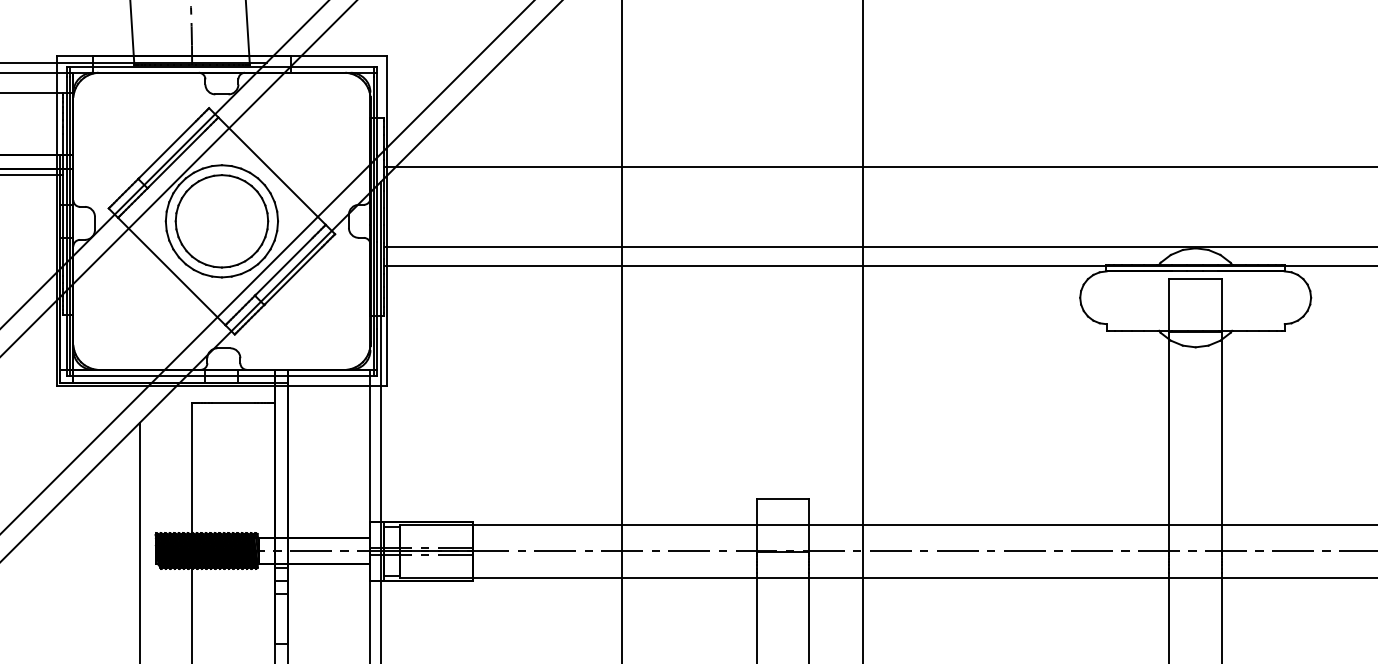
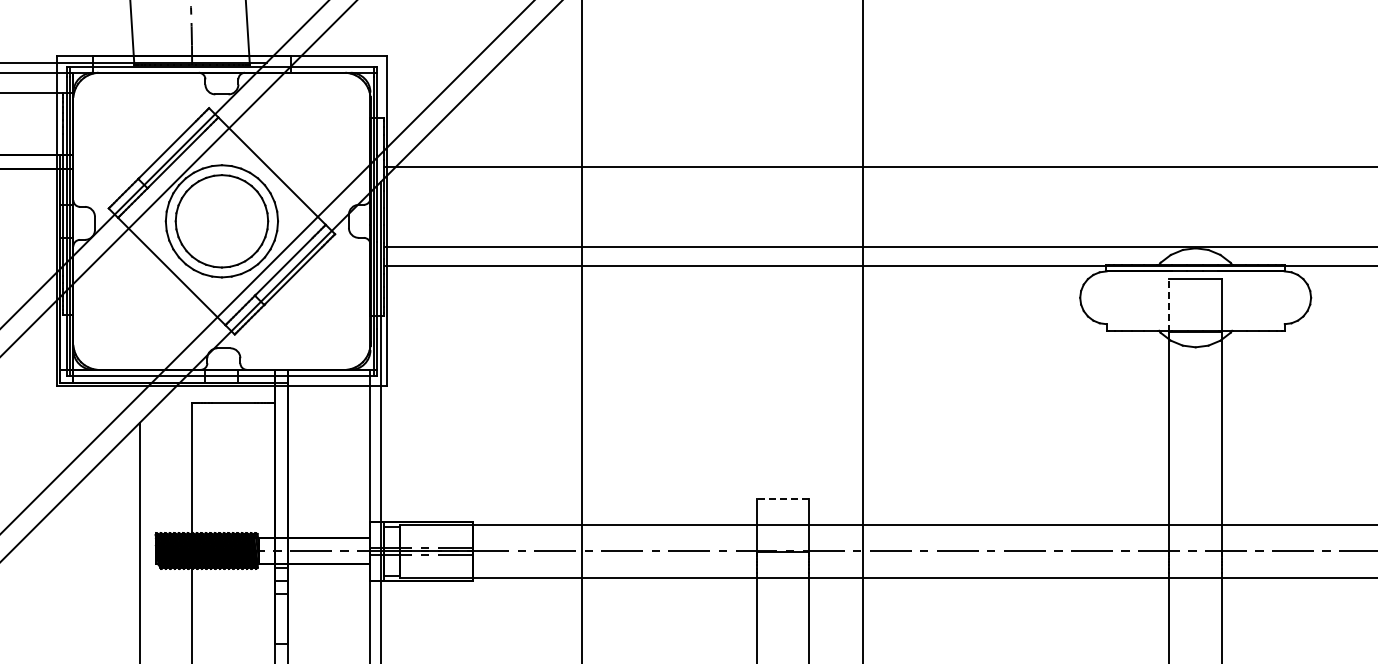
line at (32, 175): present -> none
line at (1169, 305): solid -> dashed
line at (621, 331) position: (621, 331) -> (581, 331)
line at (782, 498): solid -> dashed
